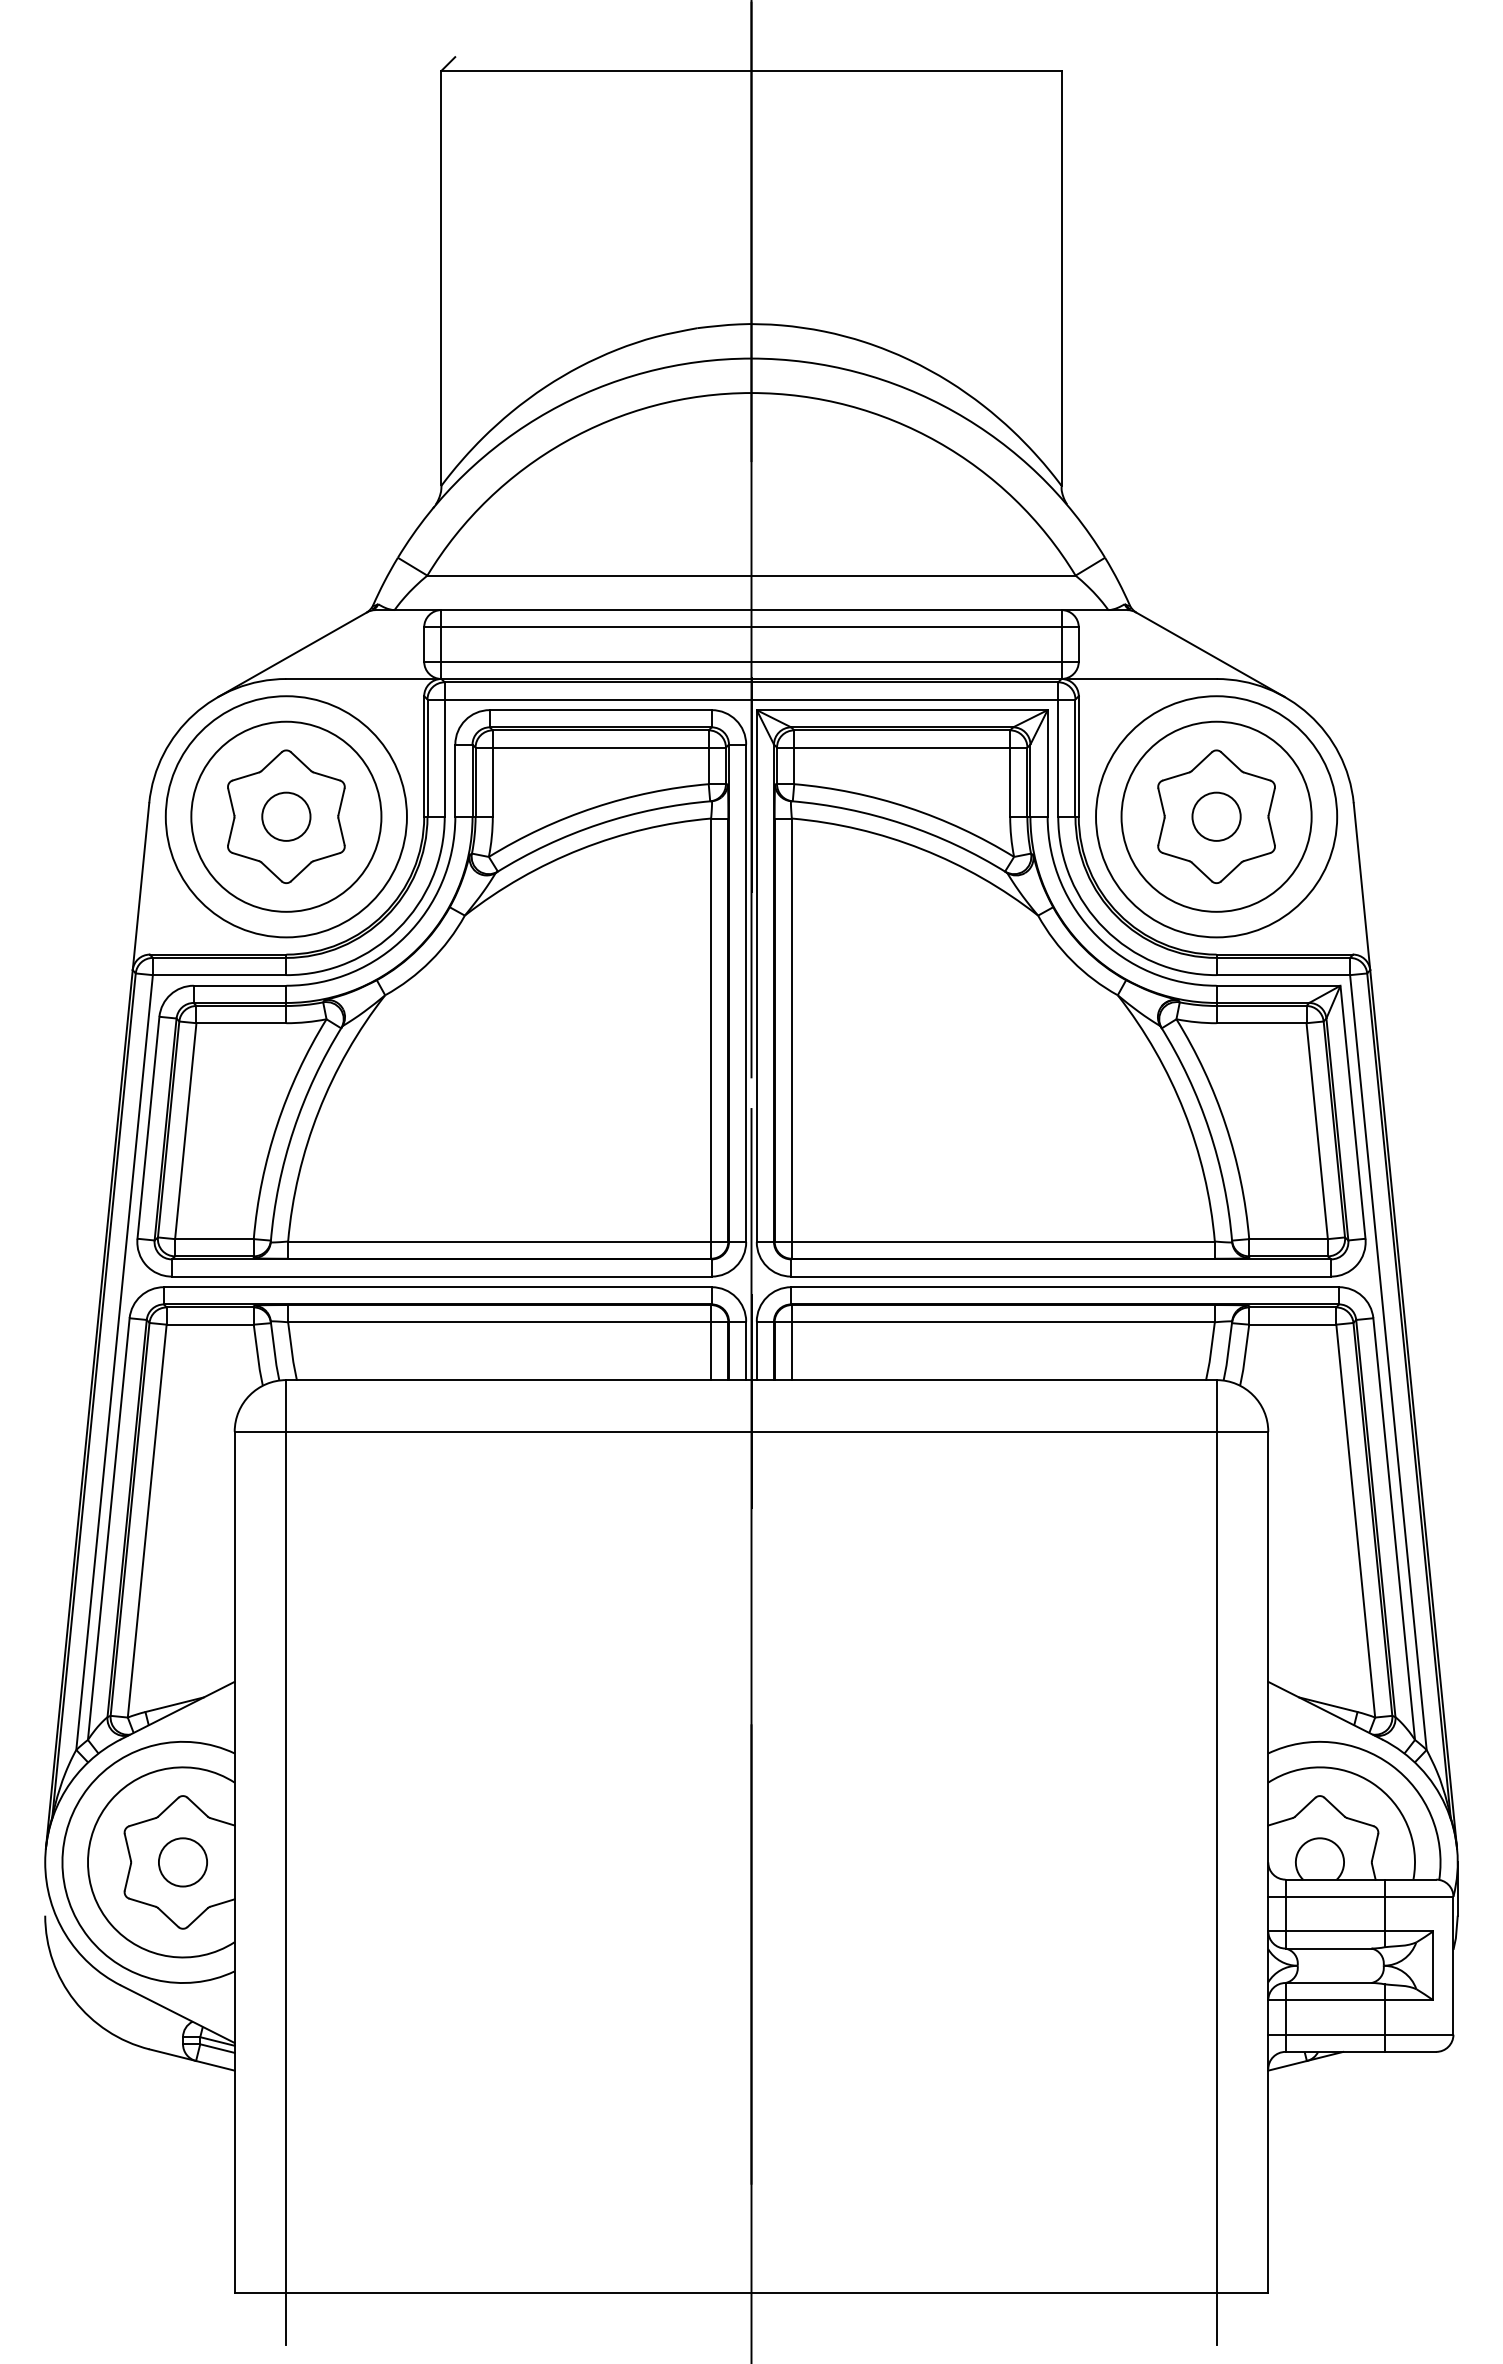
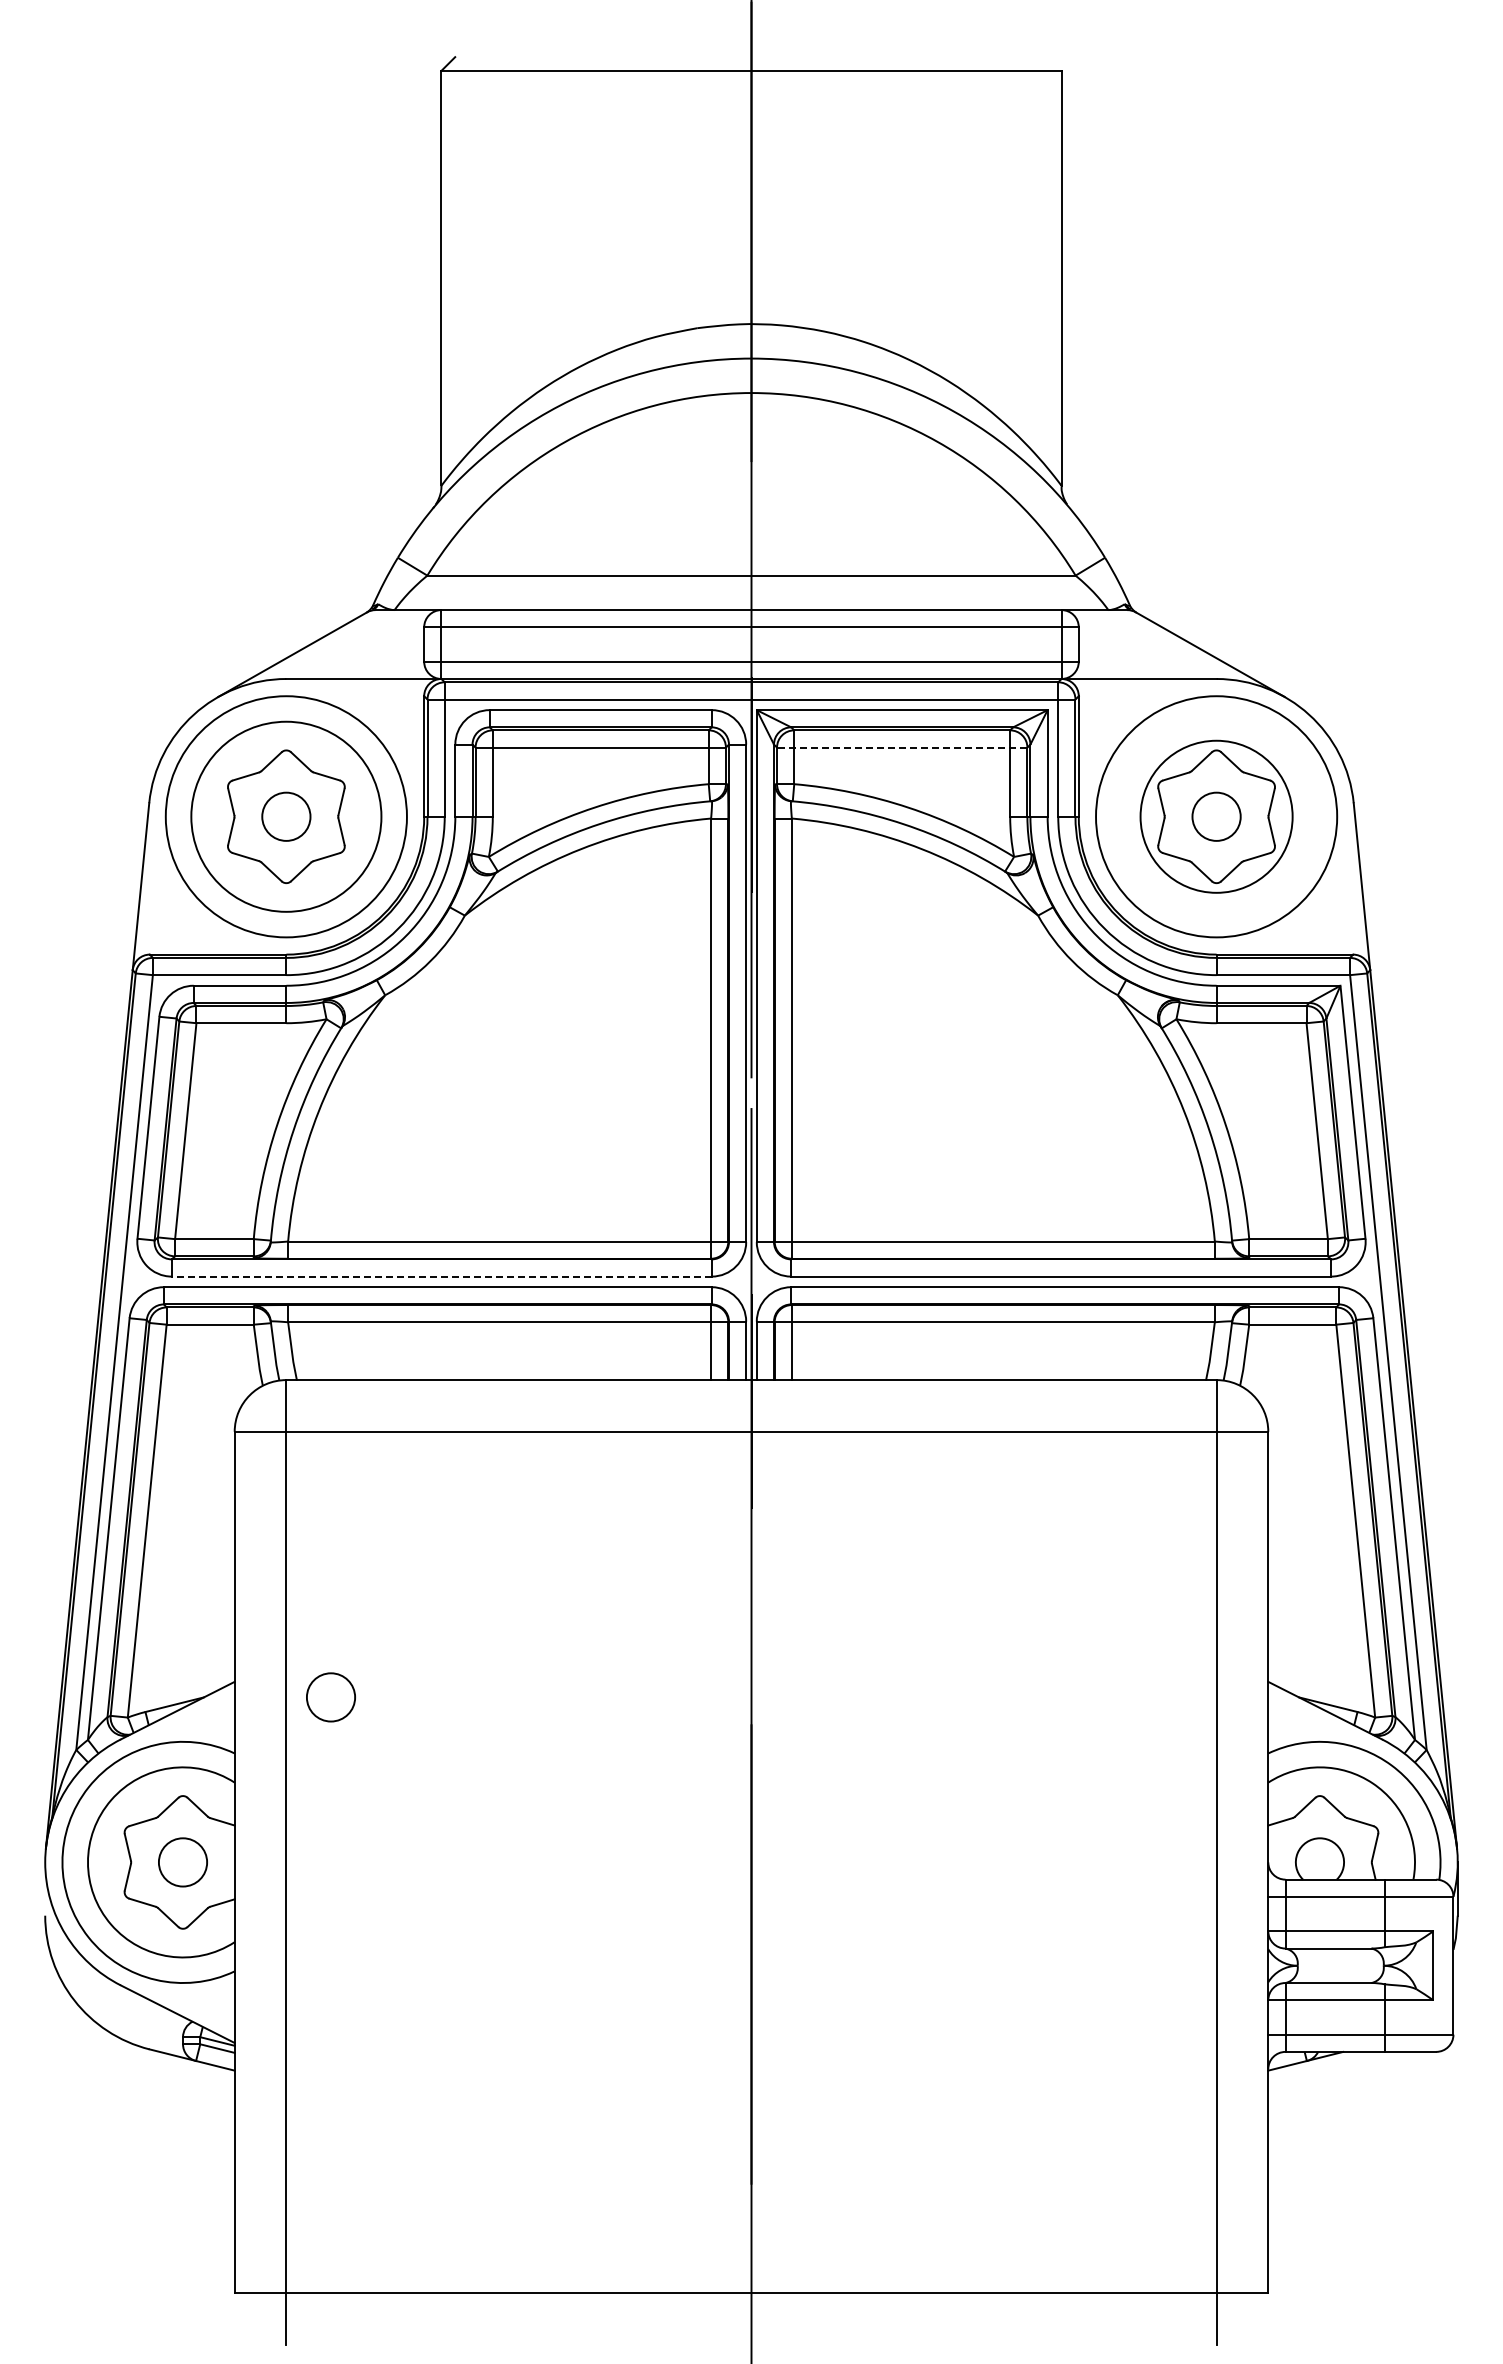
line at (901, 747): solid -> dashed
circle at (1216, 816) diameter: 190 px -> 152 px
line at (441, 1276): solid -> dashed
circle at (330, 1697): none -> present
